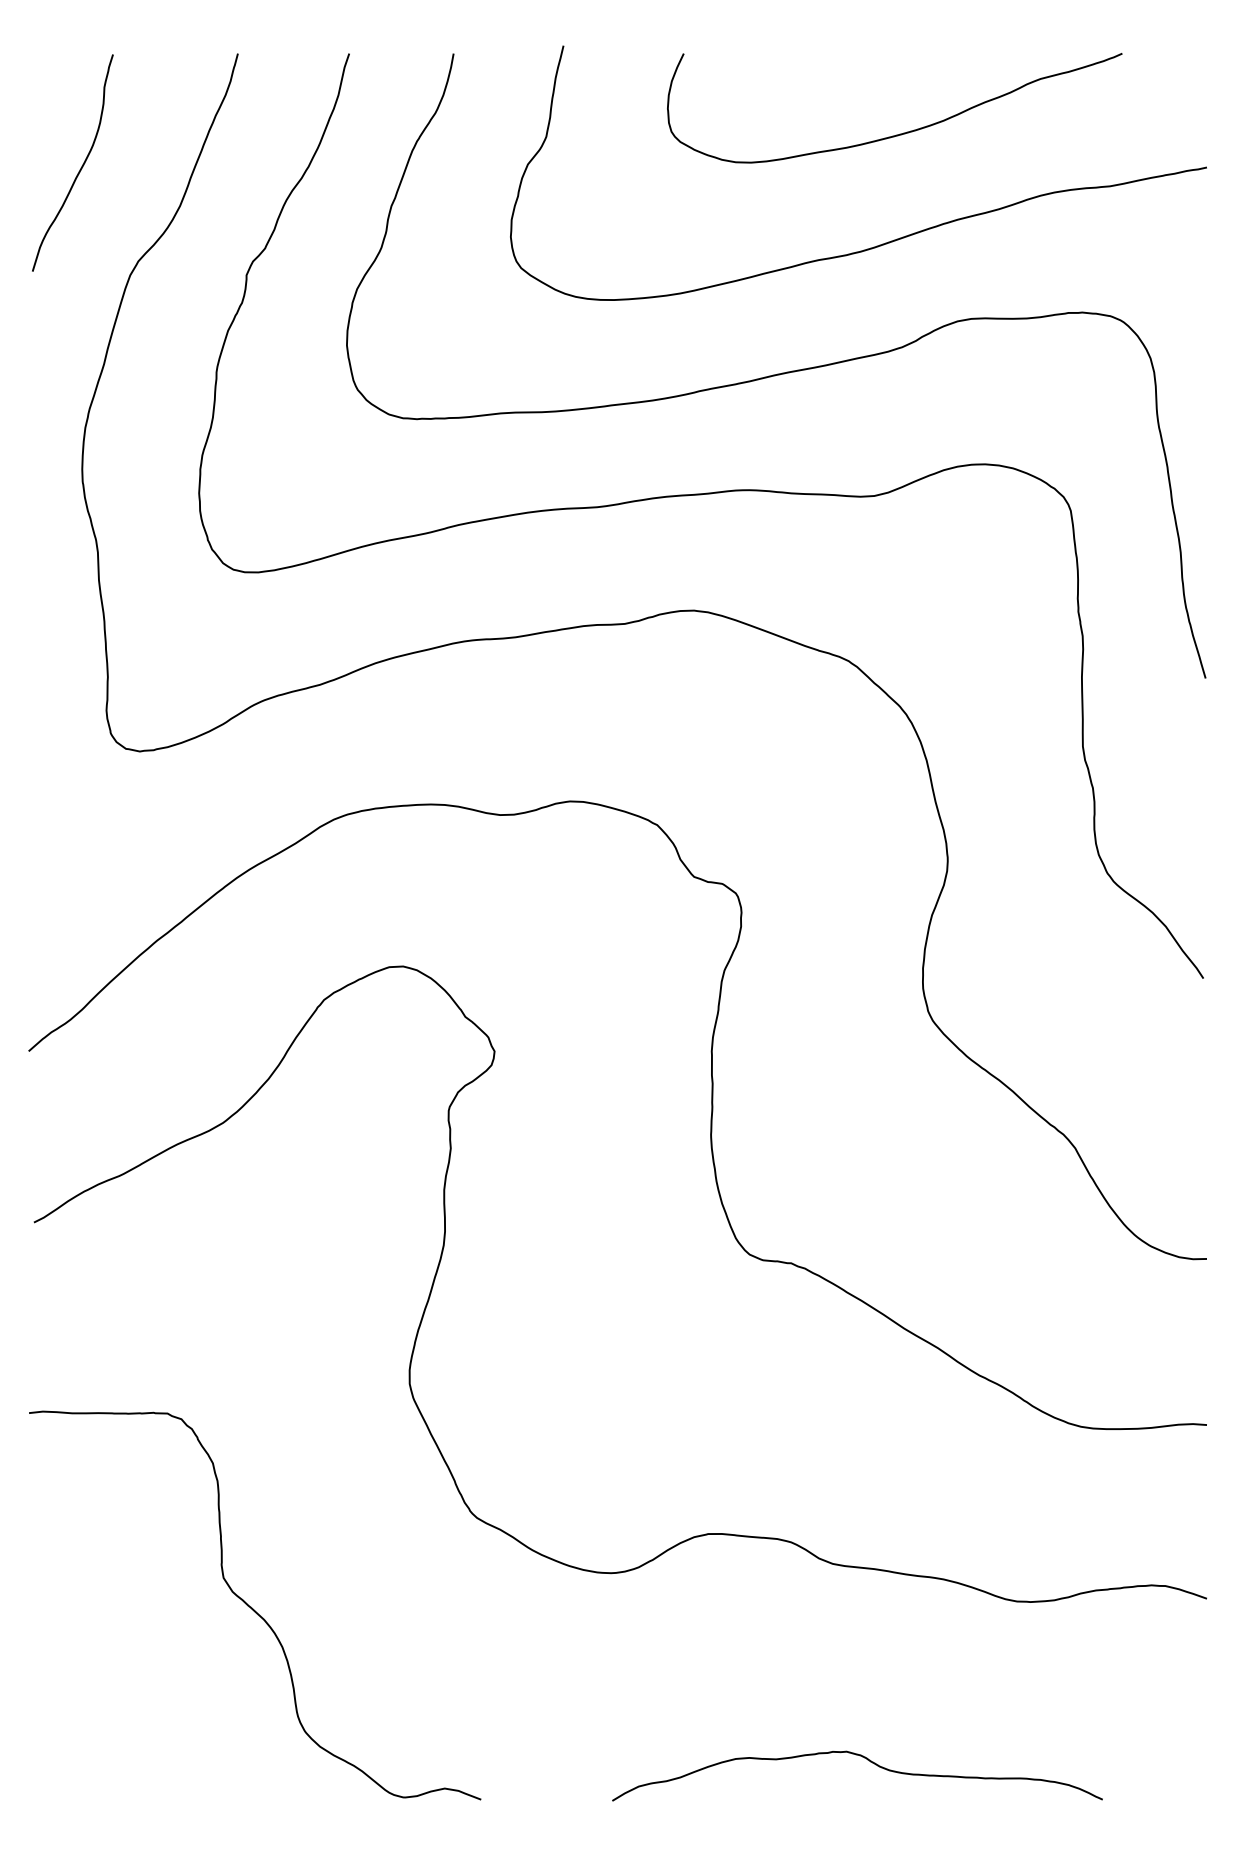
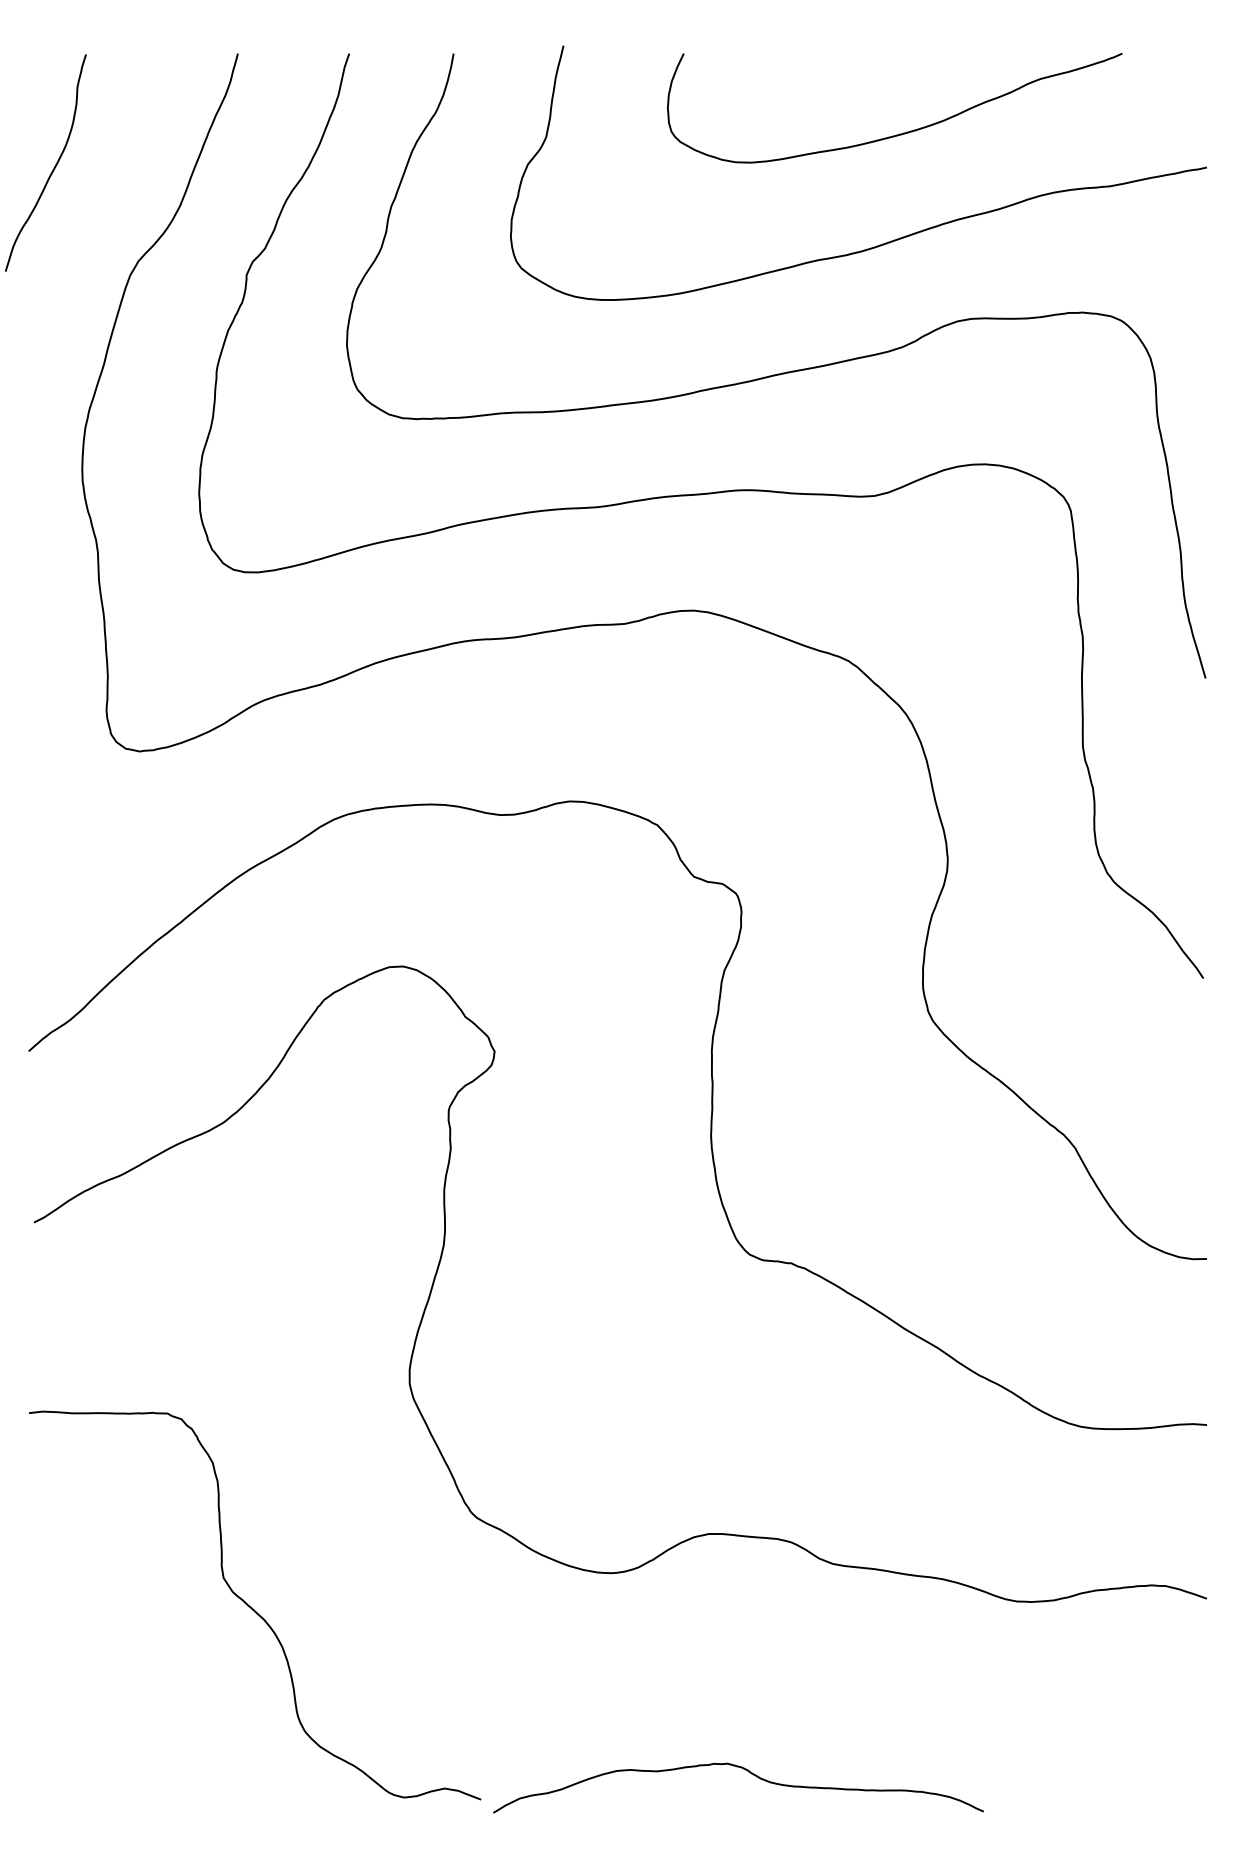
curve at (80, 167) position: (80, 167) -> (53, 167)
curve at (867, 1760) position: (867, 1760) -> (748, 1772)
